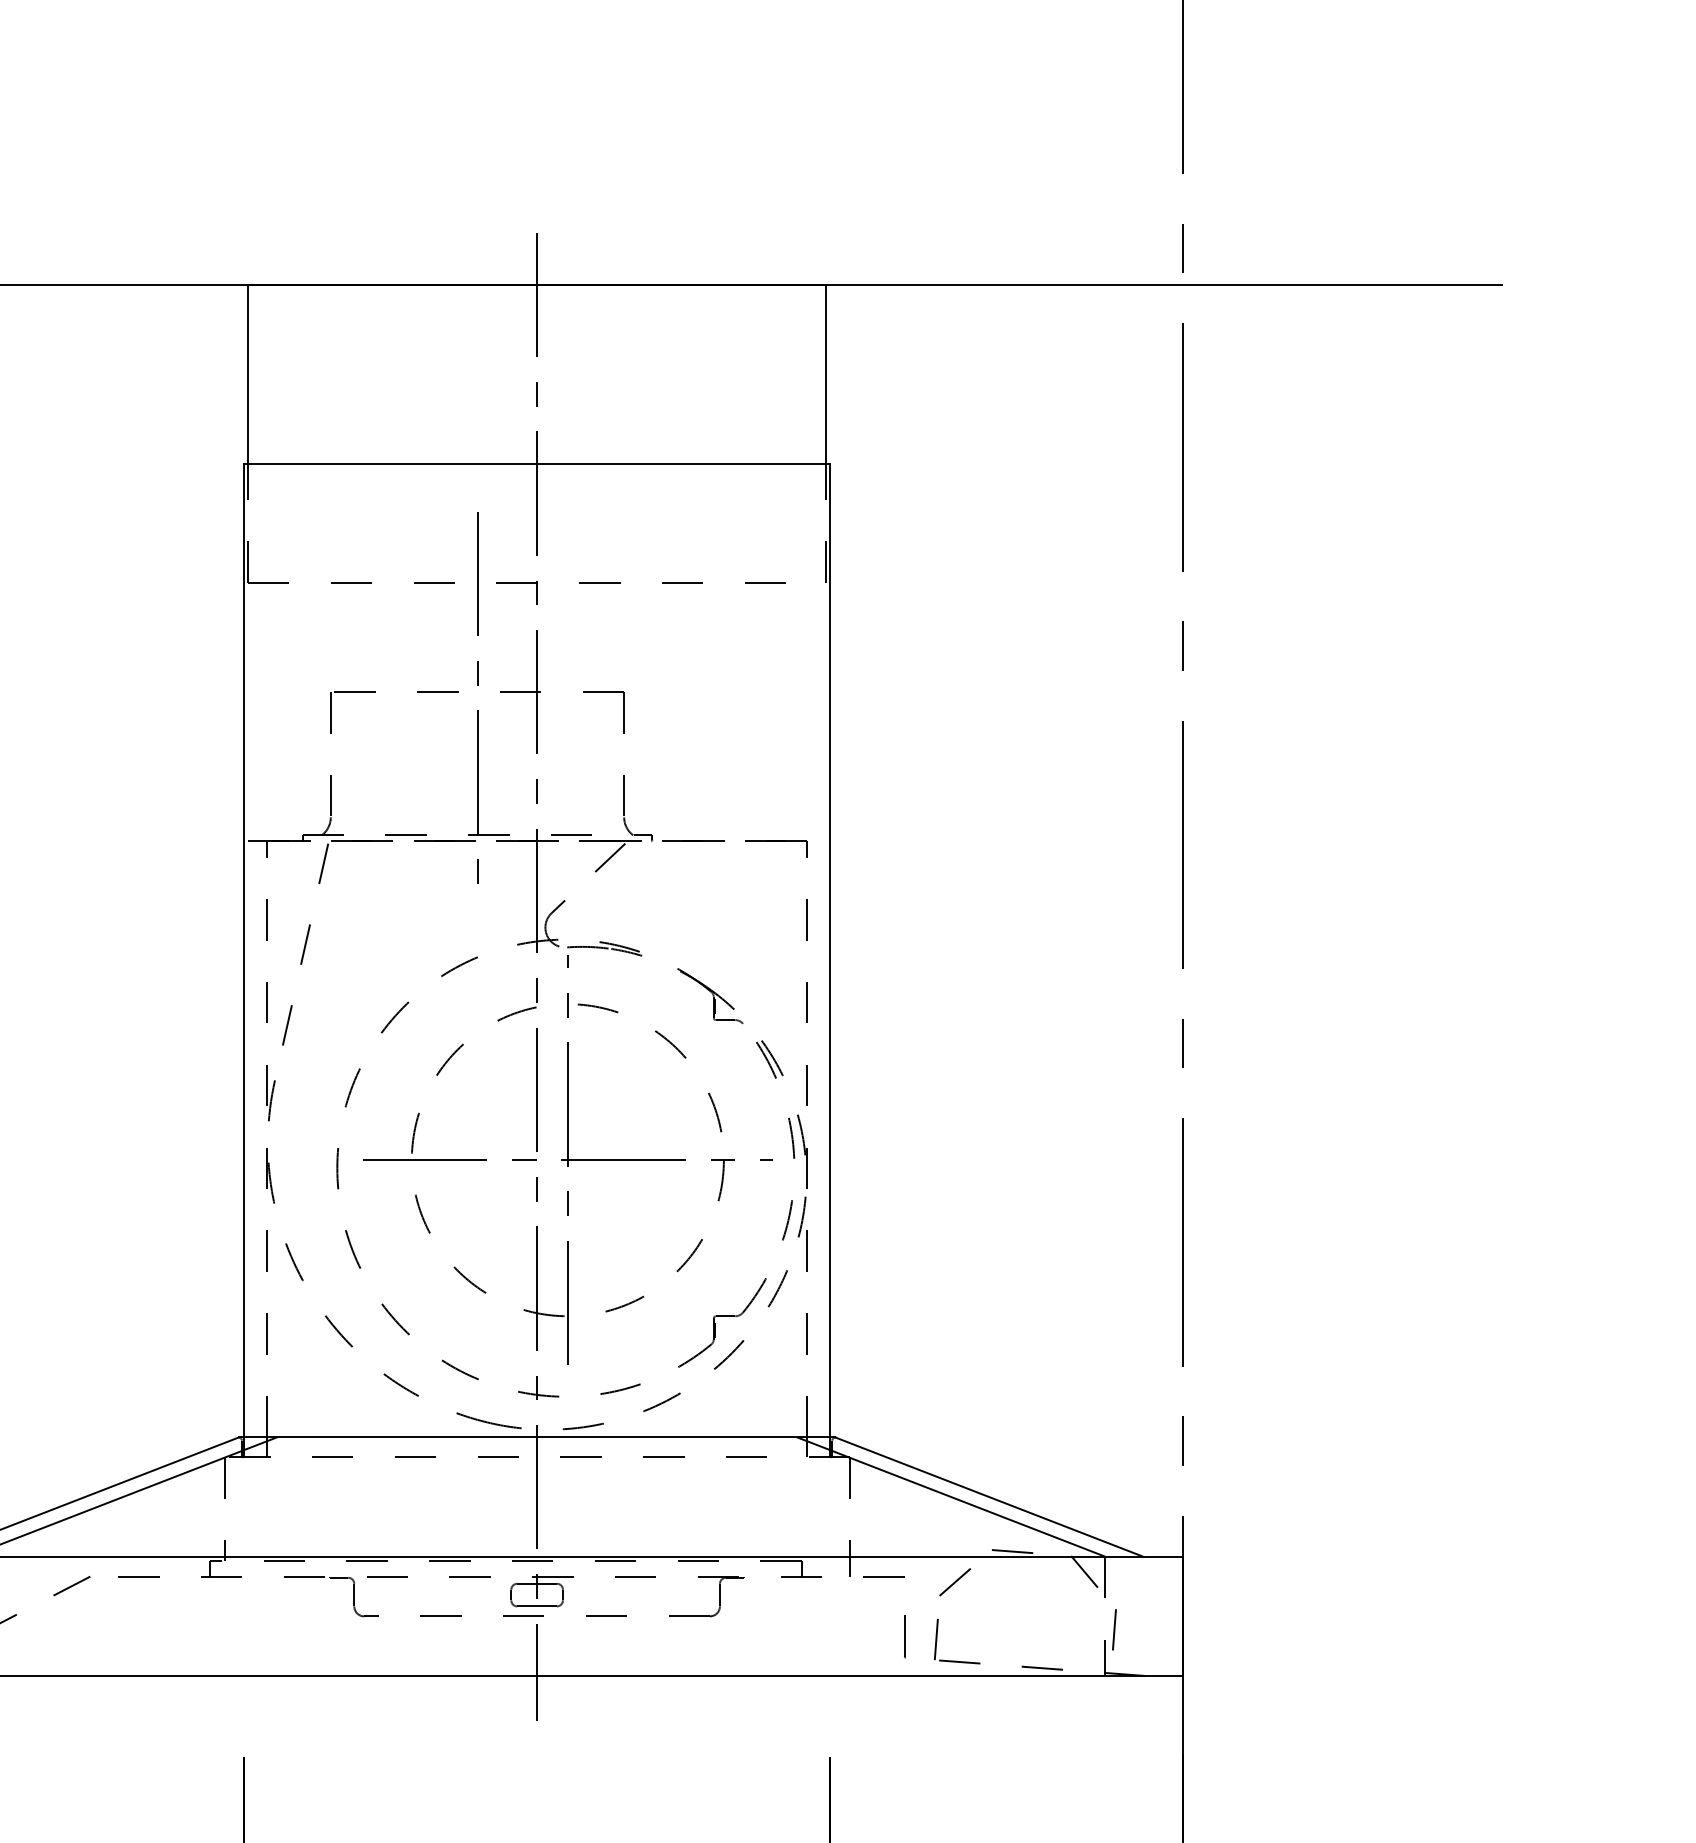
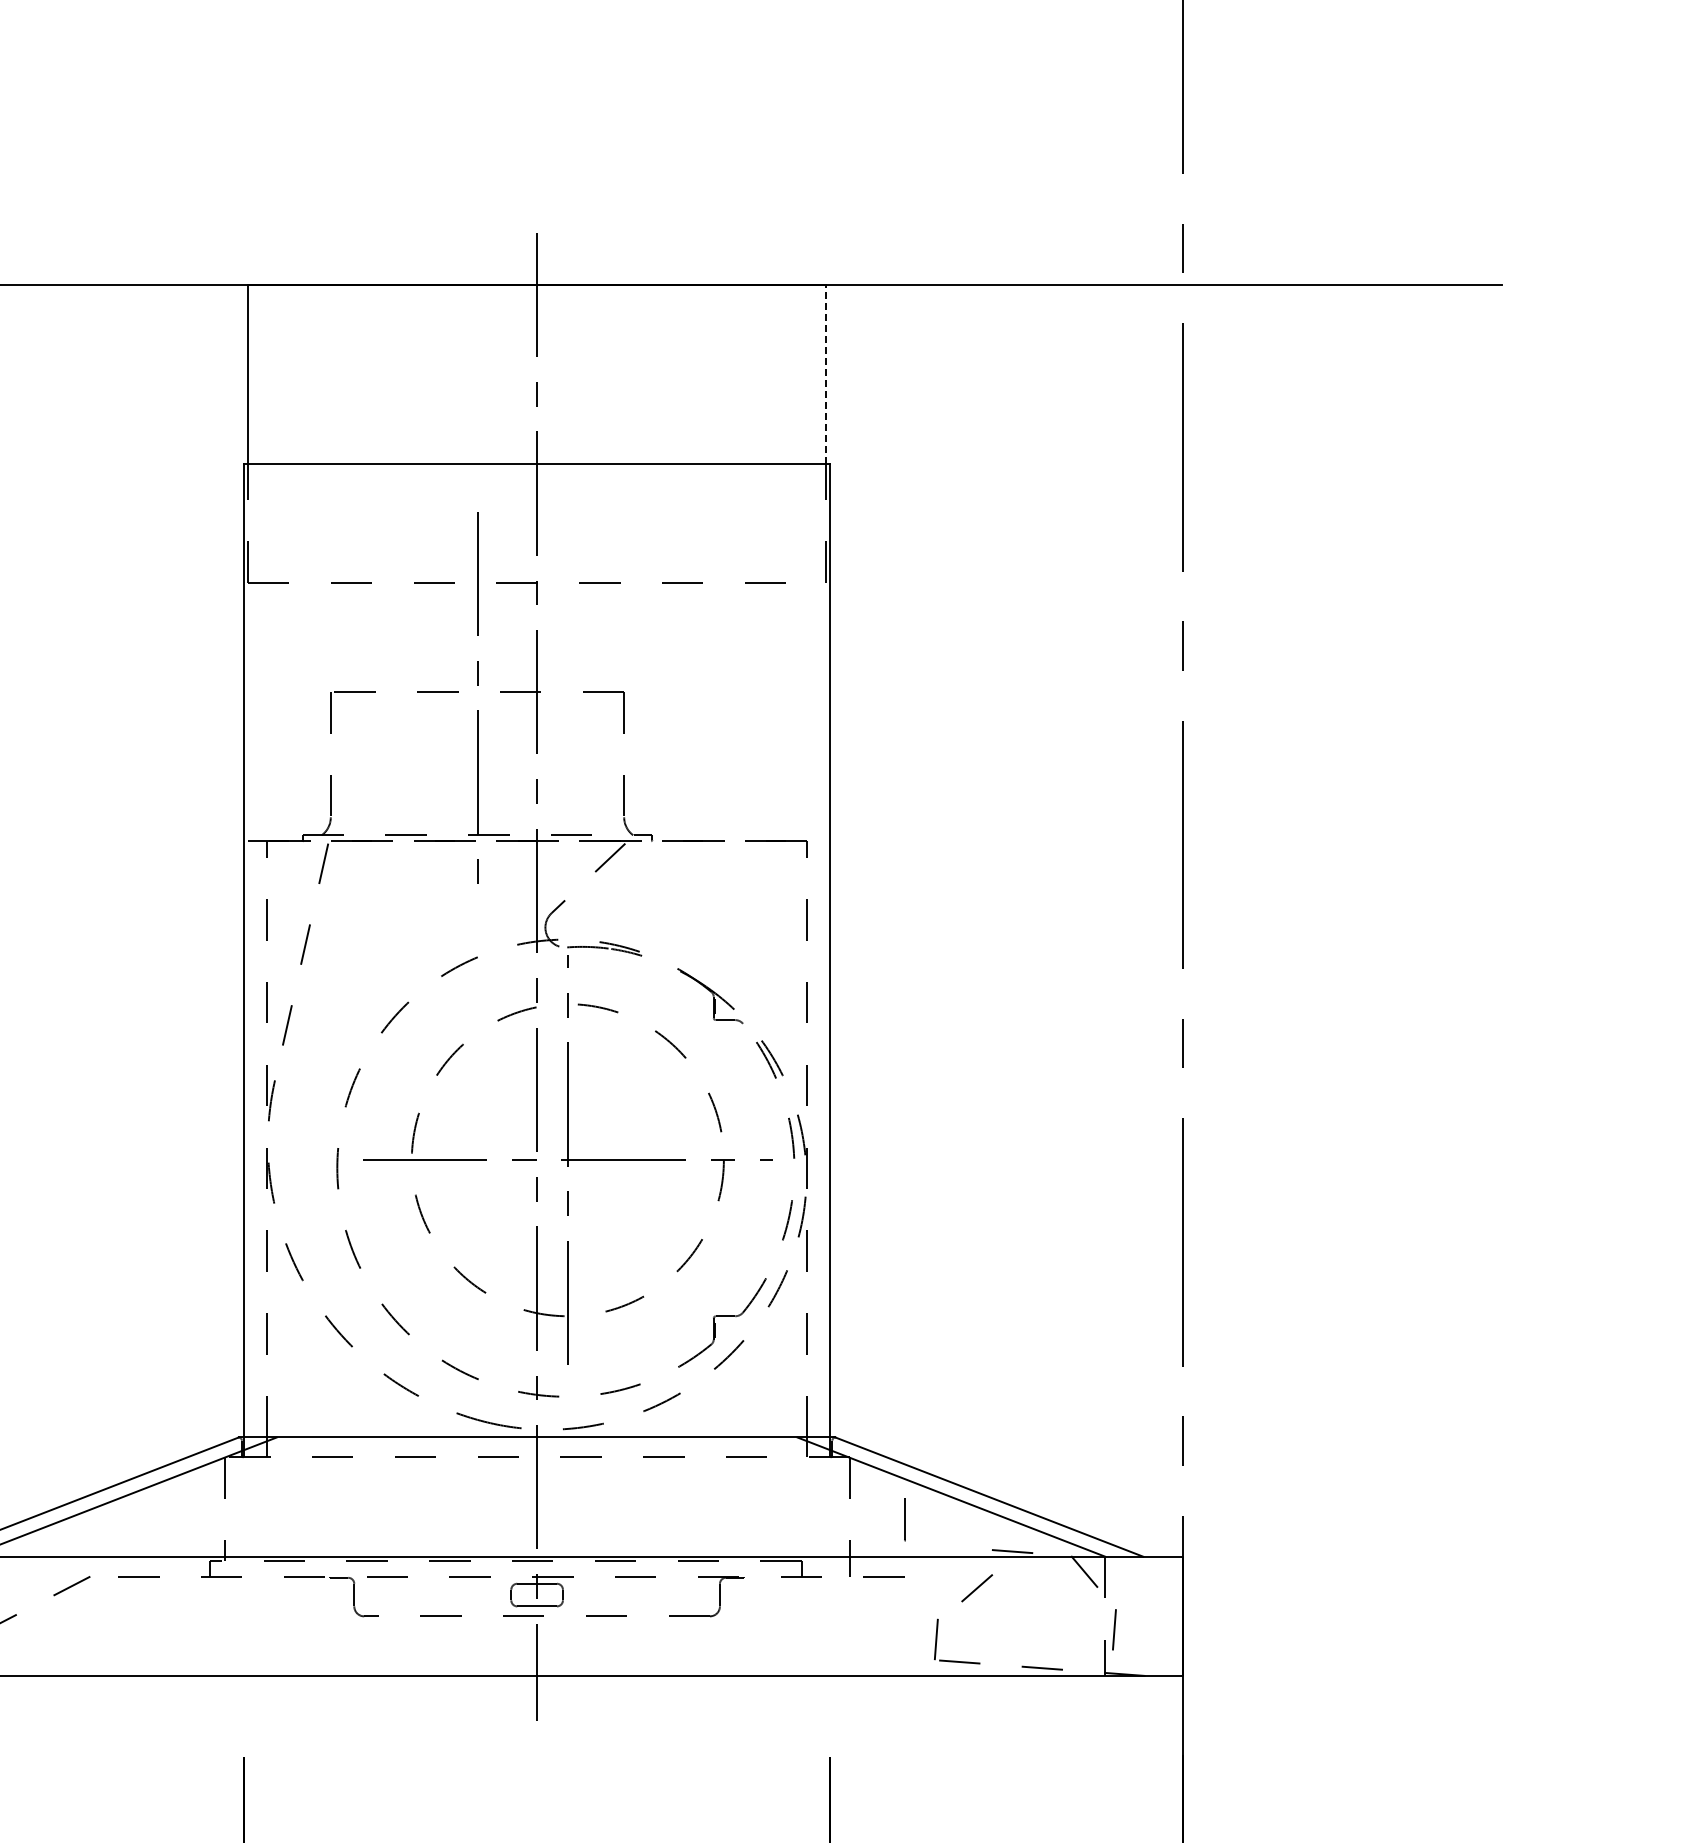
line at (826, 373): solid -> dashed
line at (955, 1582) position: (955, 1582) -> (977, 1588)
line at (904, 1636) position: (904, 1636) -> (904, 1519)
